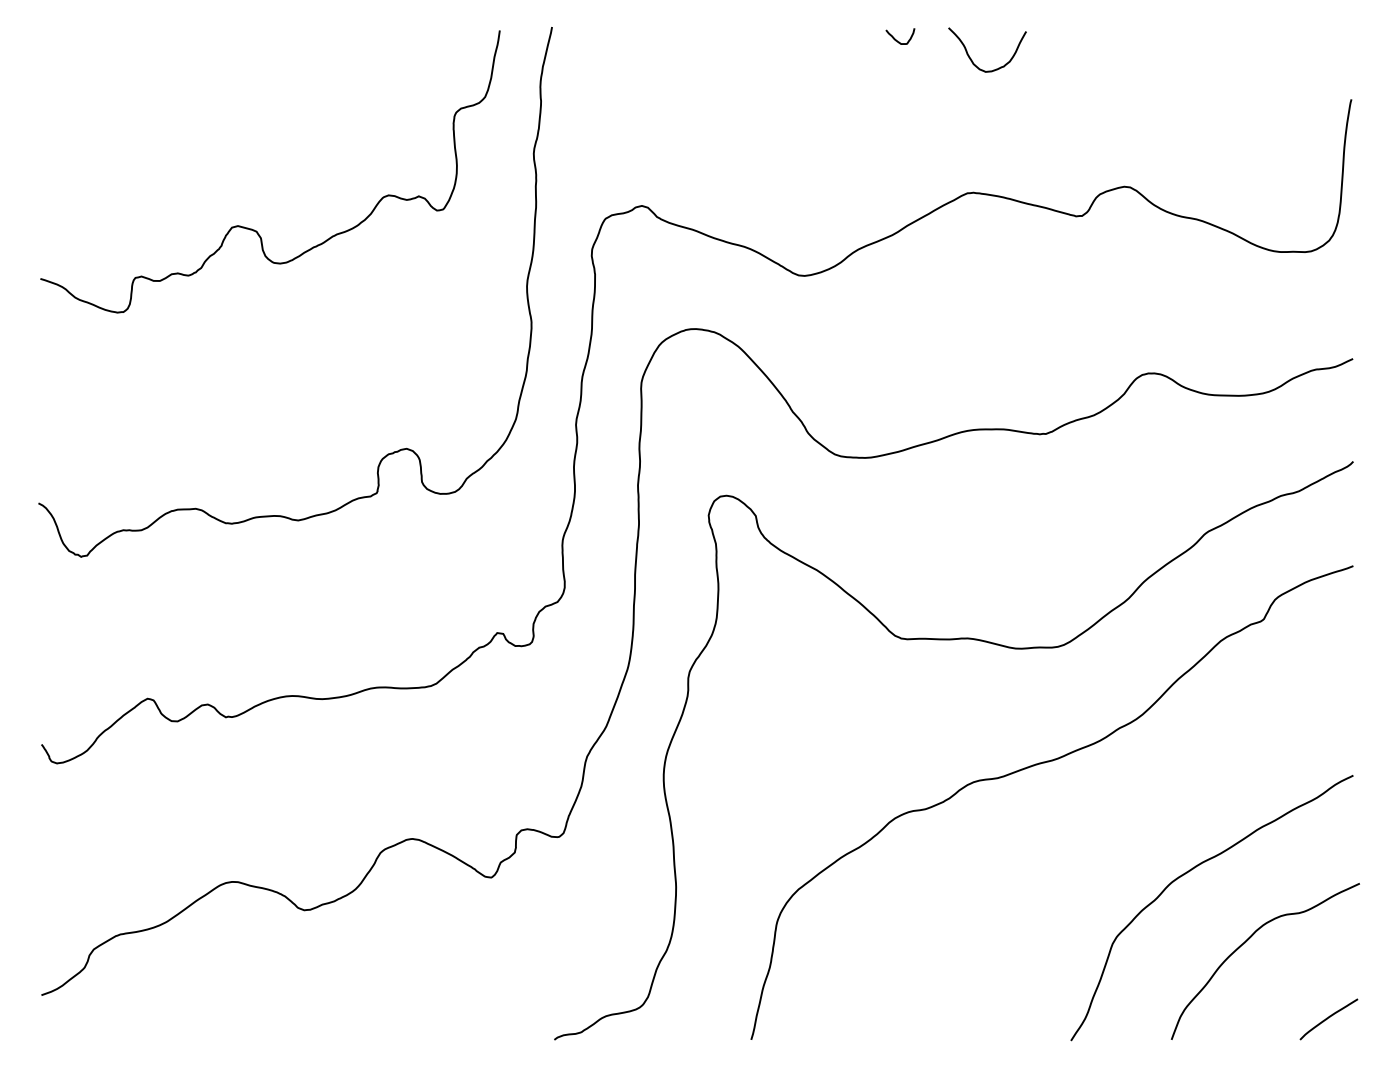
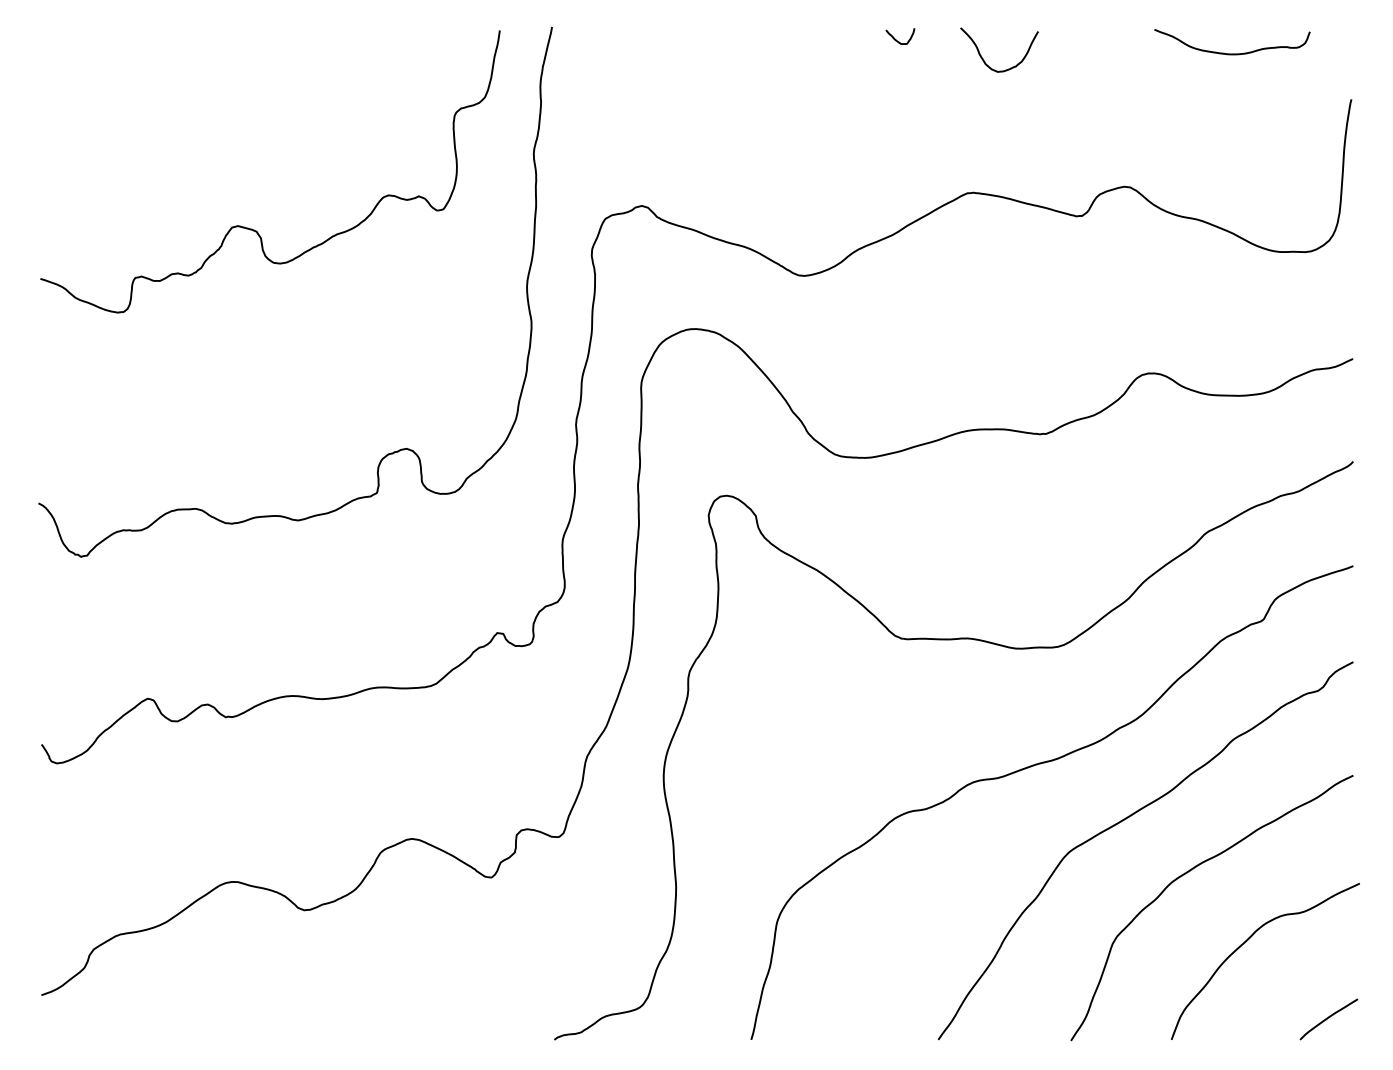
curve at (1232, 53): none -> present
curve at (971, 58) position: (971, 58) -> (983, 58)
curve at (1128, 818): none -> present
